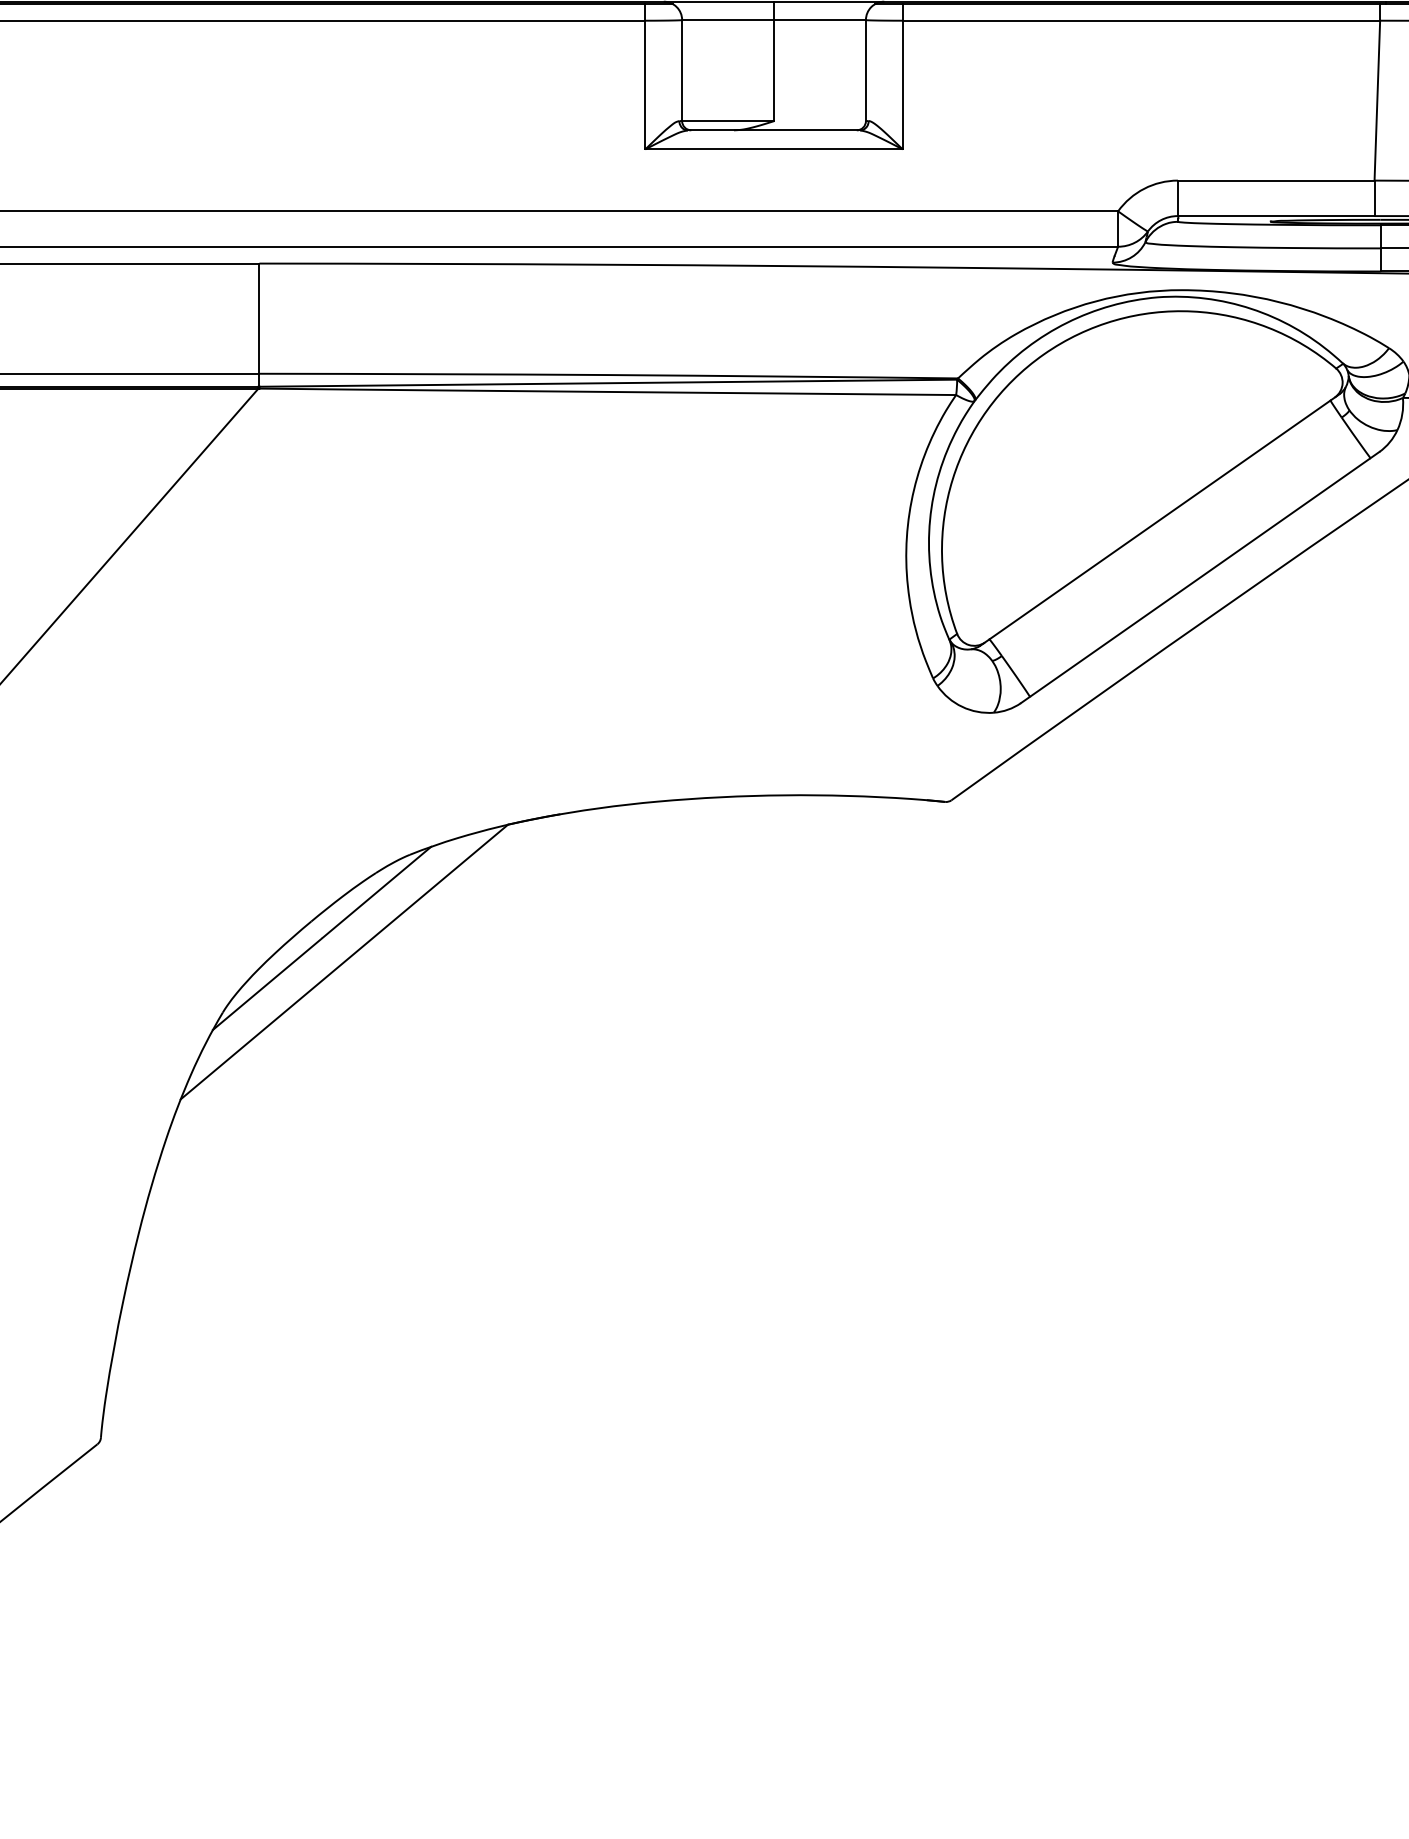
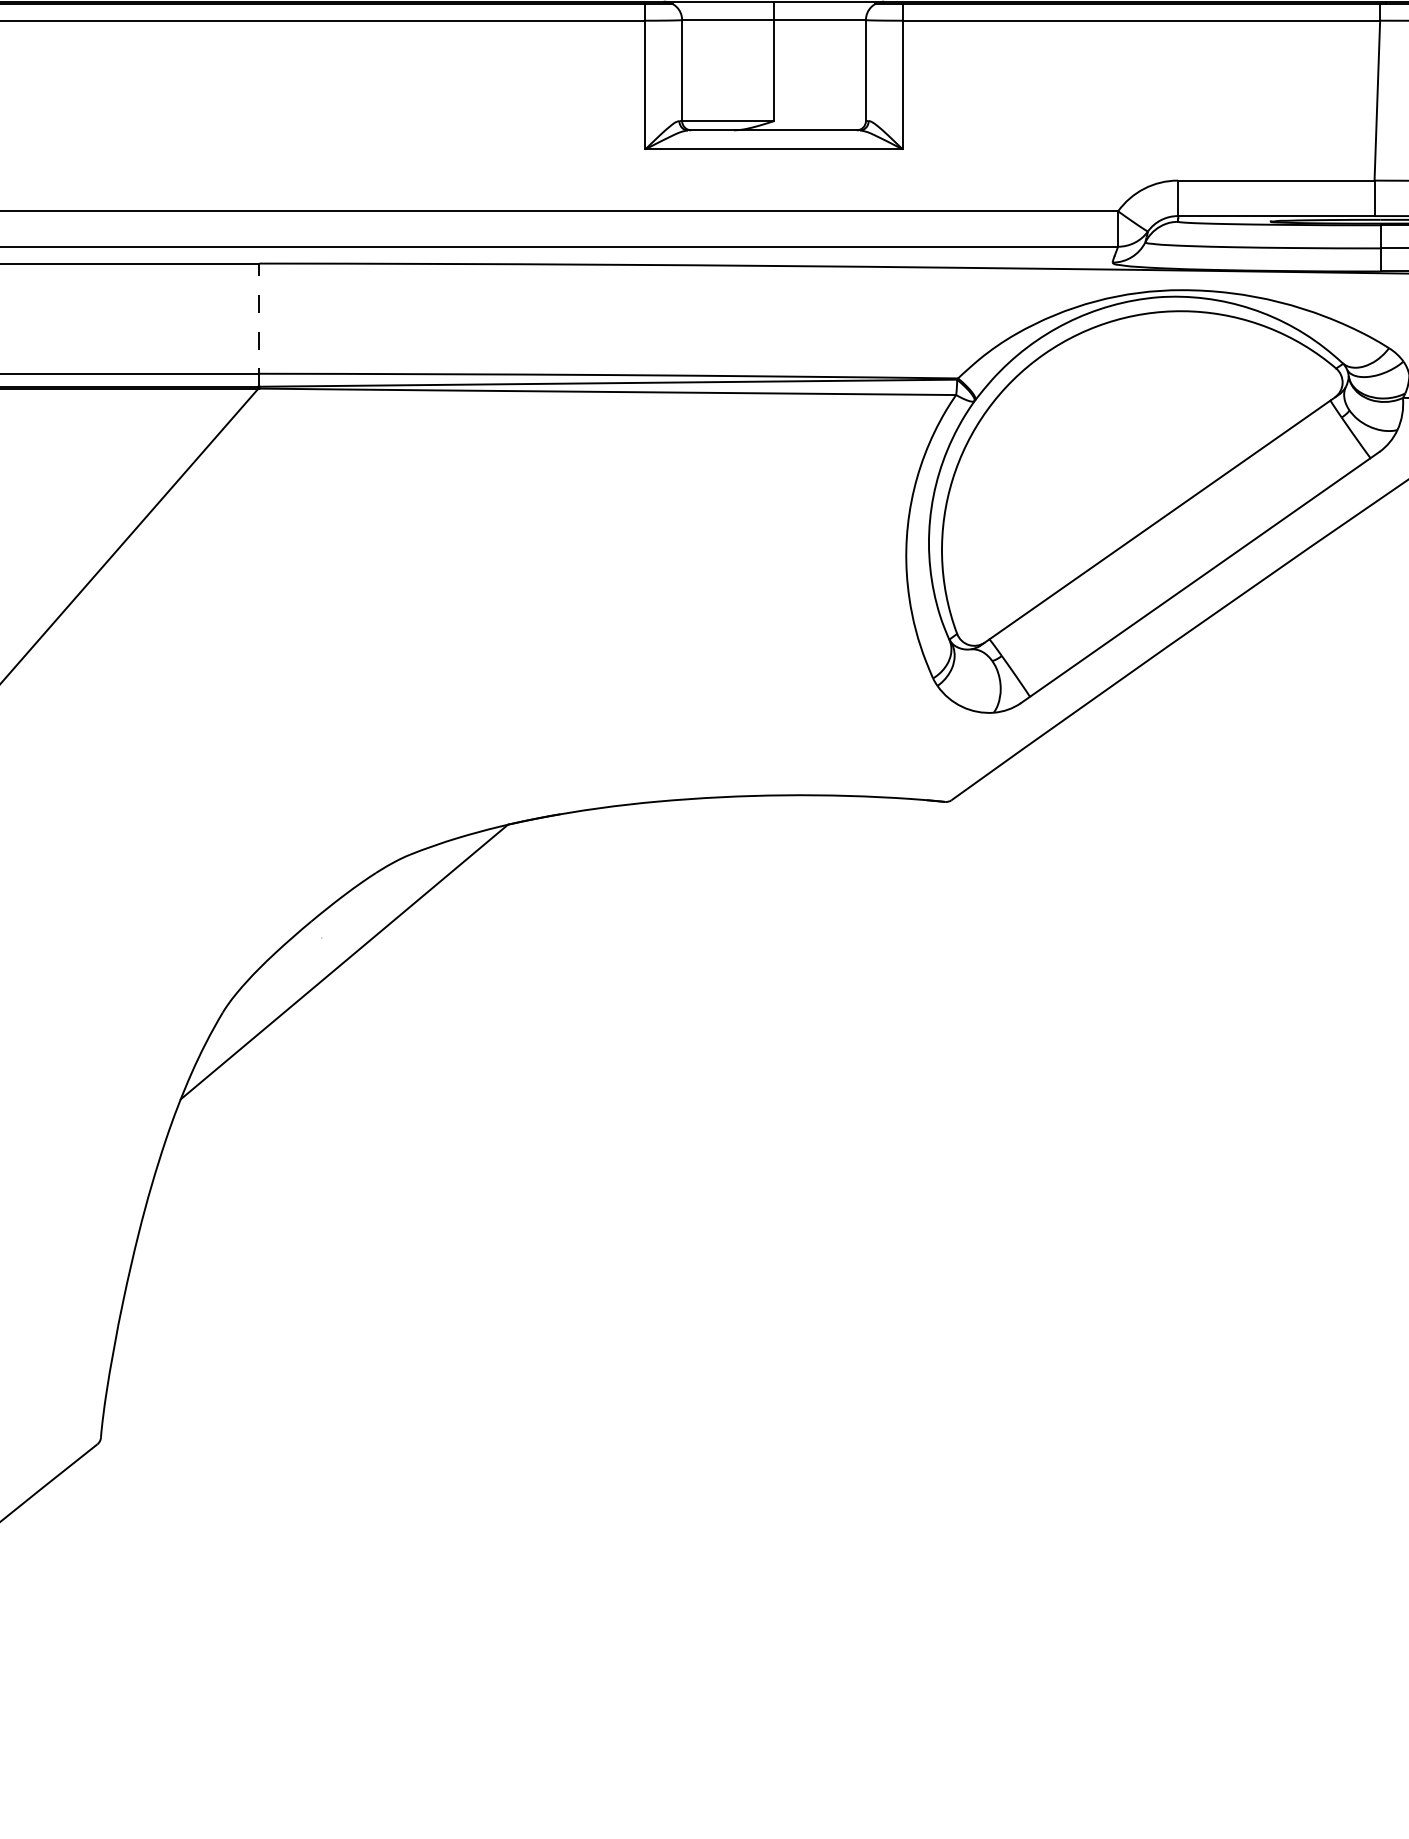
line at (259, 325): solid -> dashed
line at (321, 938): present -> none
